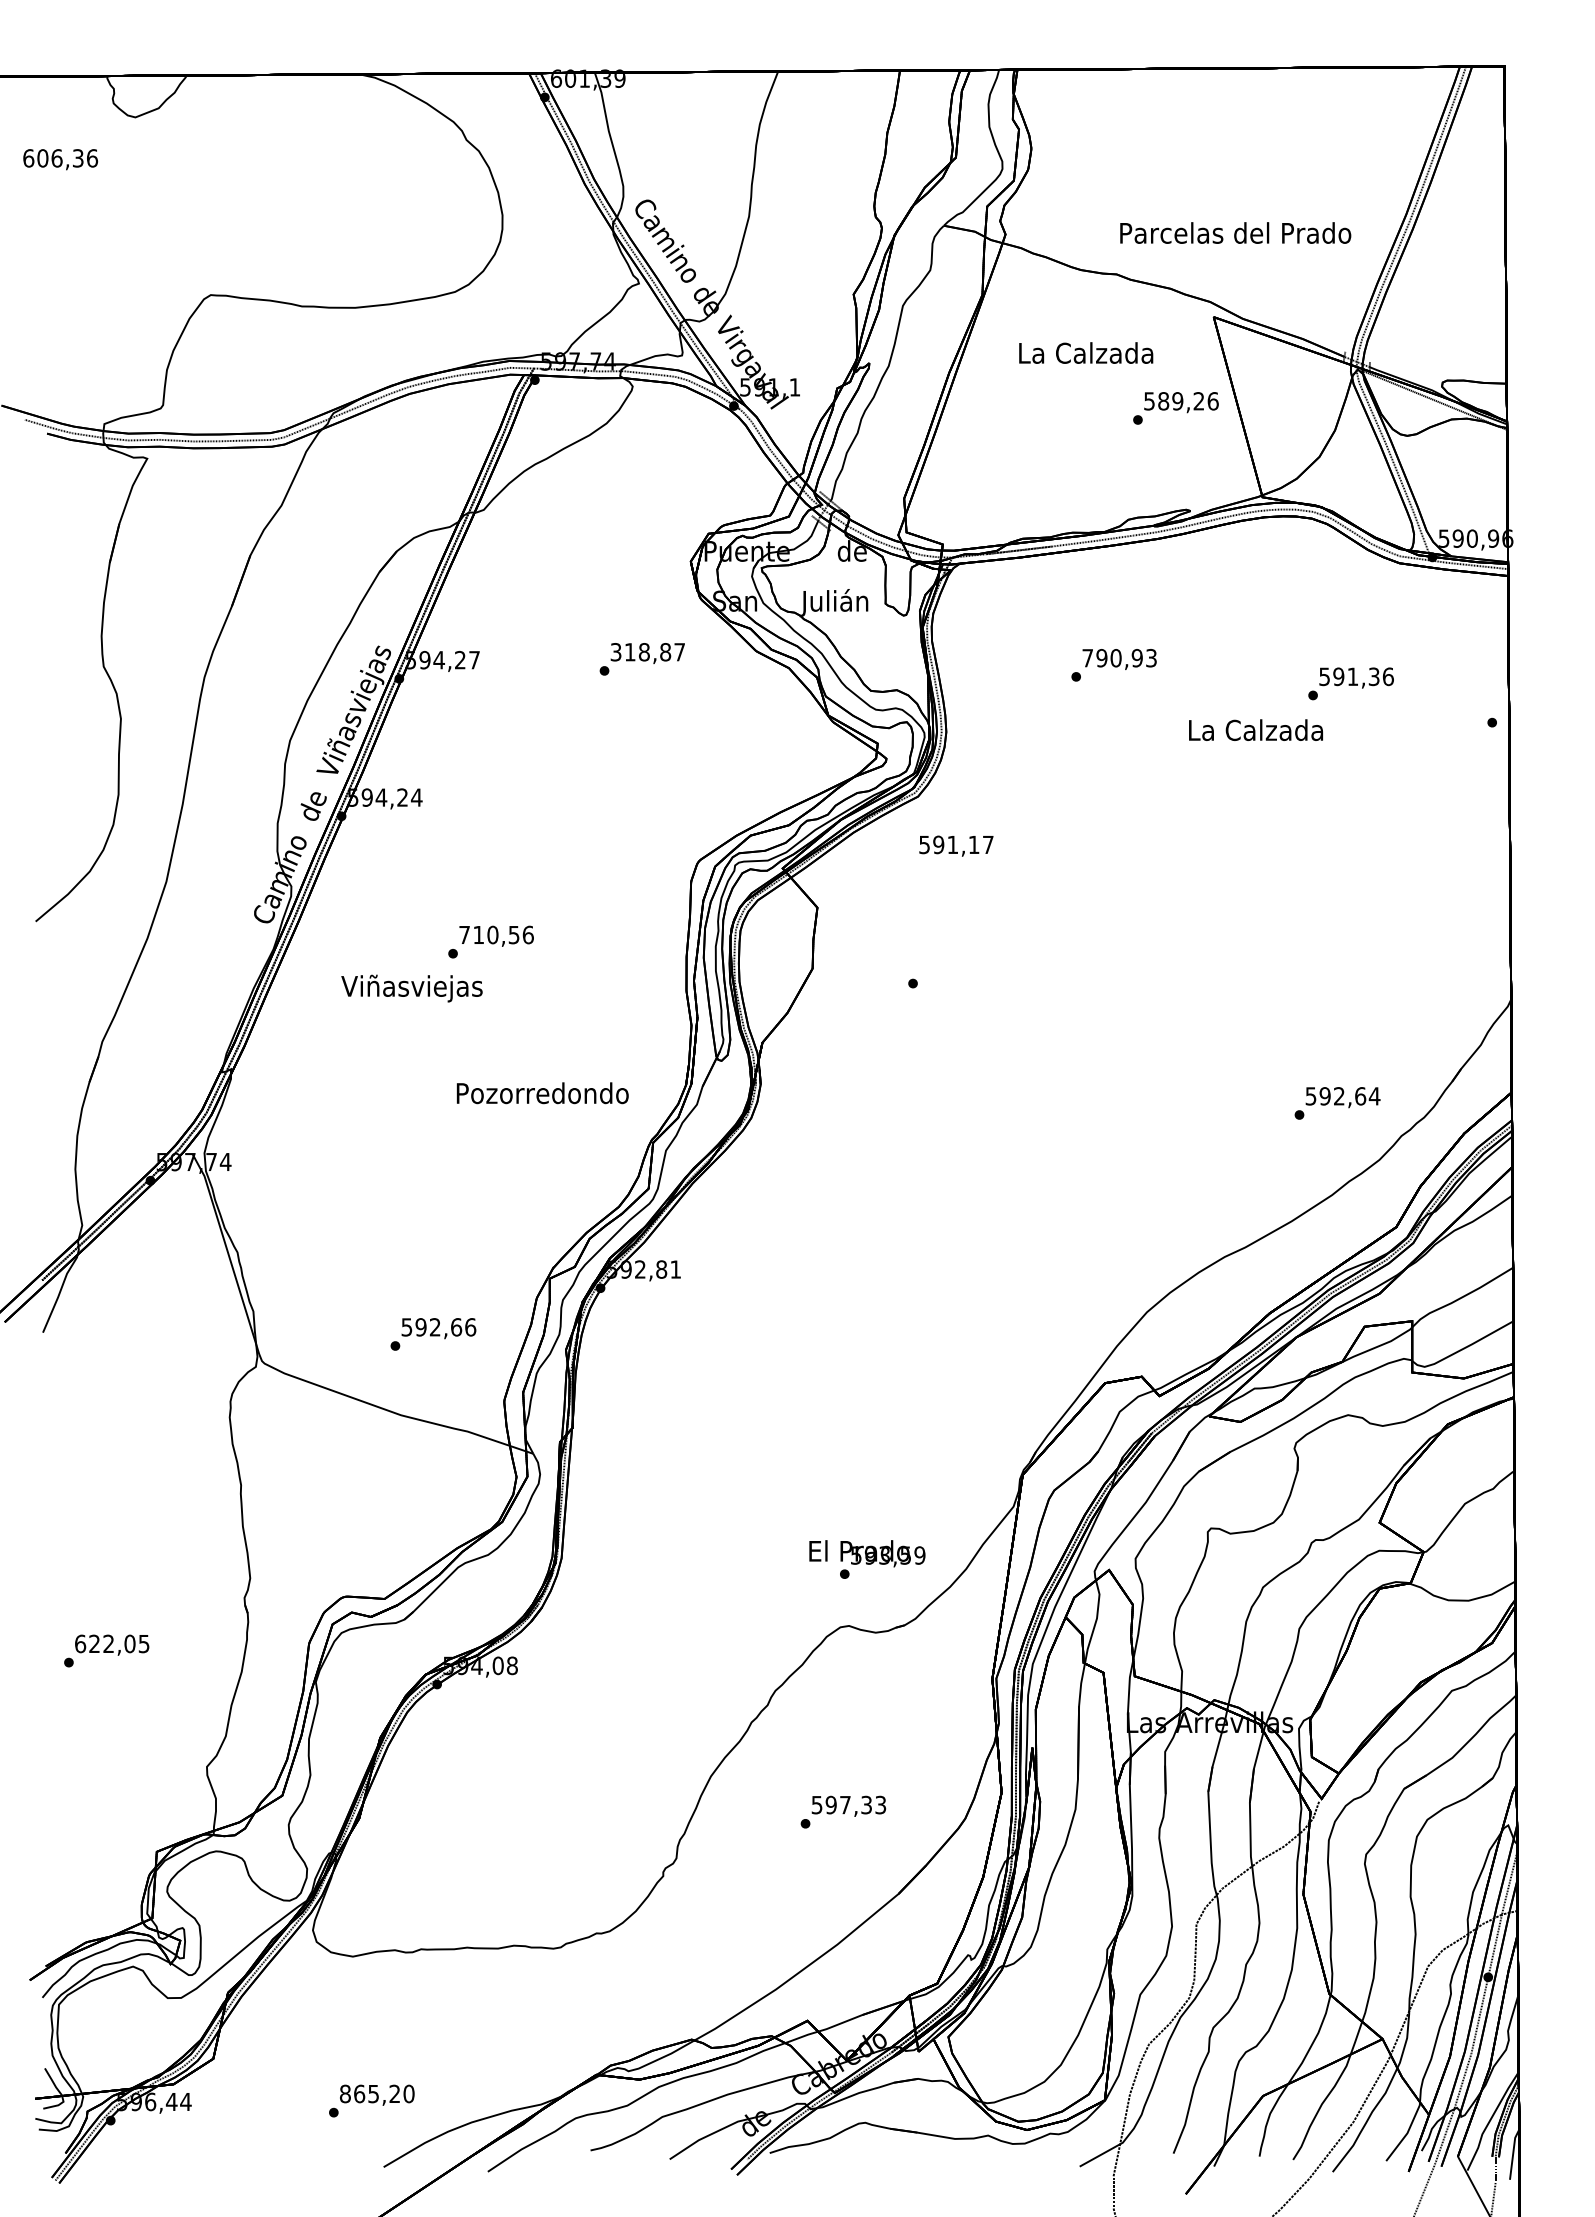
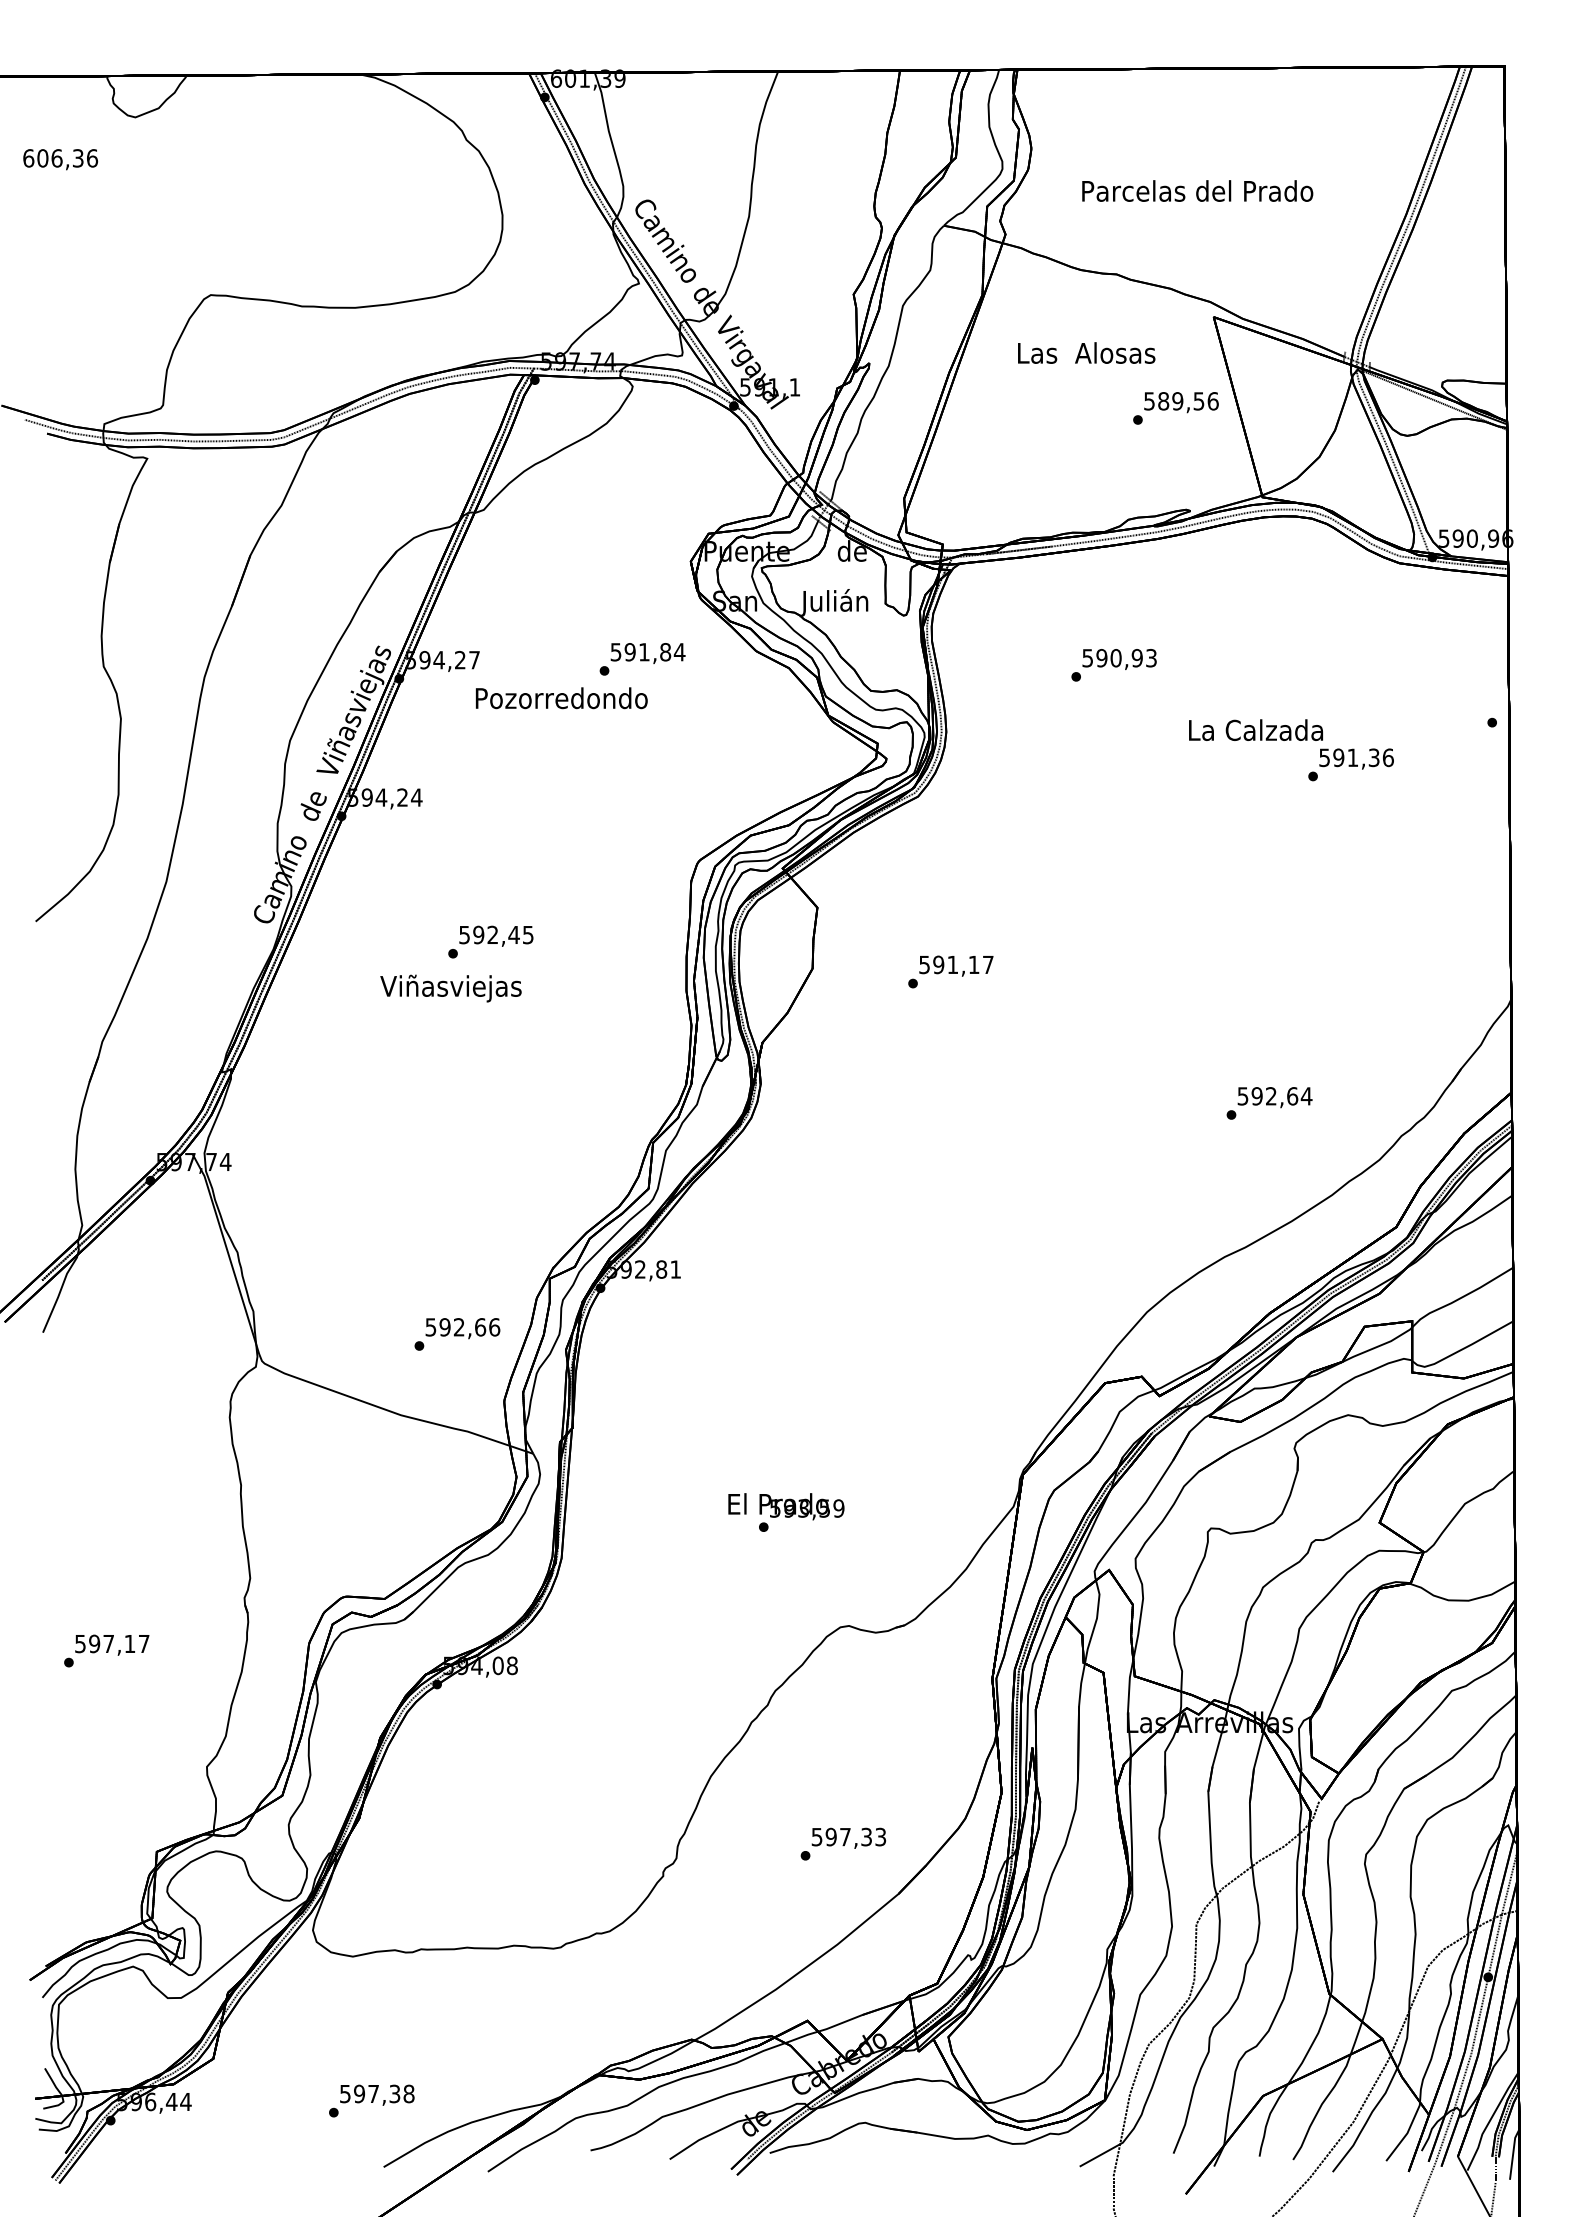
text at (1235, 232) position: (1235, 232) -> (1197, 190)
text at (1086, 352): La Calzada -> Las  Alosas
text at (1198, 401): 589,26 -> 589,56
text at (648, 652): 318,87 -> 591,84
text at (1087, 658): 790,93 -> 590,93
text at (1350, 683) position: (1350, 683) -> (1350, 764)
text at (956, 845) position: (956, 845) -> (956, 965)
text at (496, 934): 710,56 -> 592,45
text at (411, 988) position: (411, 988) -> (450, 988)
text at (542, 1093) position: (542, 1093) -> (561, 698)
text at (1337, 1103) position: (1337, 1103) -> (1269, 1103)
text at (433, 1334) position: (433, 1334) -> (457, 1334)
text at (867, 1559) position: (867, 1559) -> (786, 1512)
text at (112, 1643): 622,05 -> 597,17
text at (843, 1811) position: (843, 1811) -> (843, 1843)
text at (377, 2093): 865,20 -> 597,38
